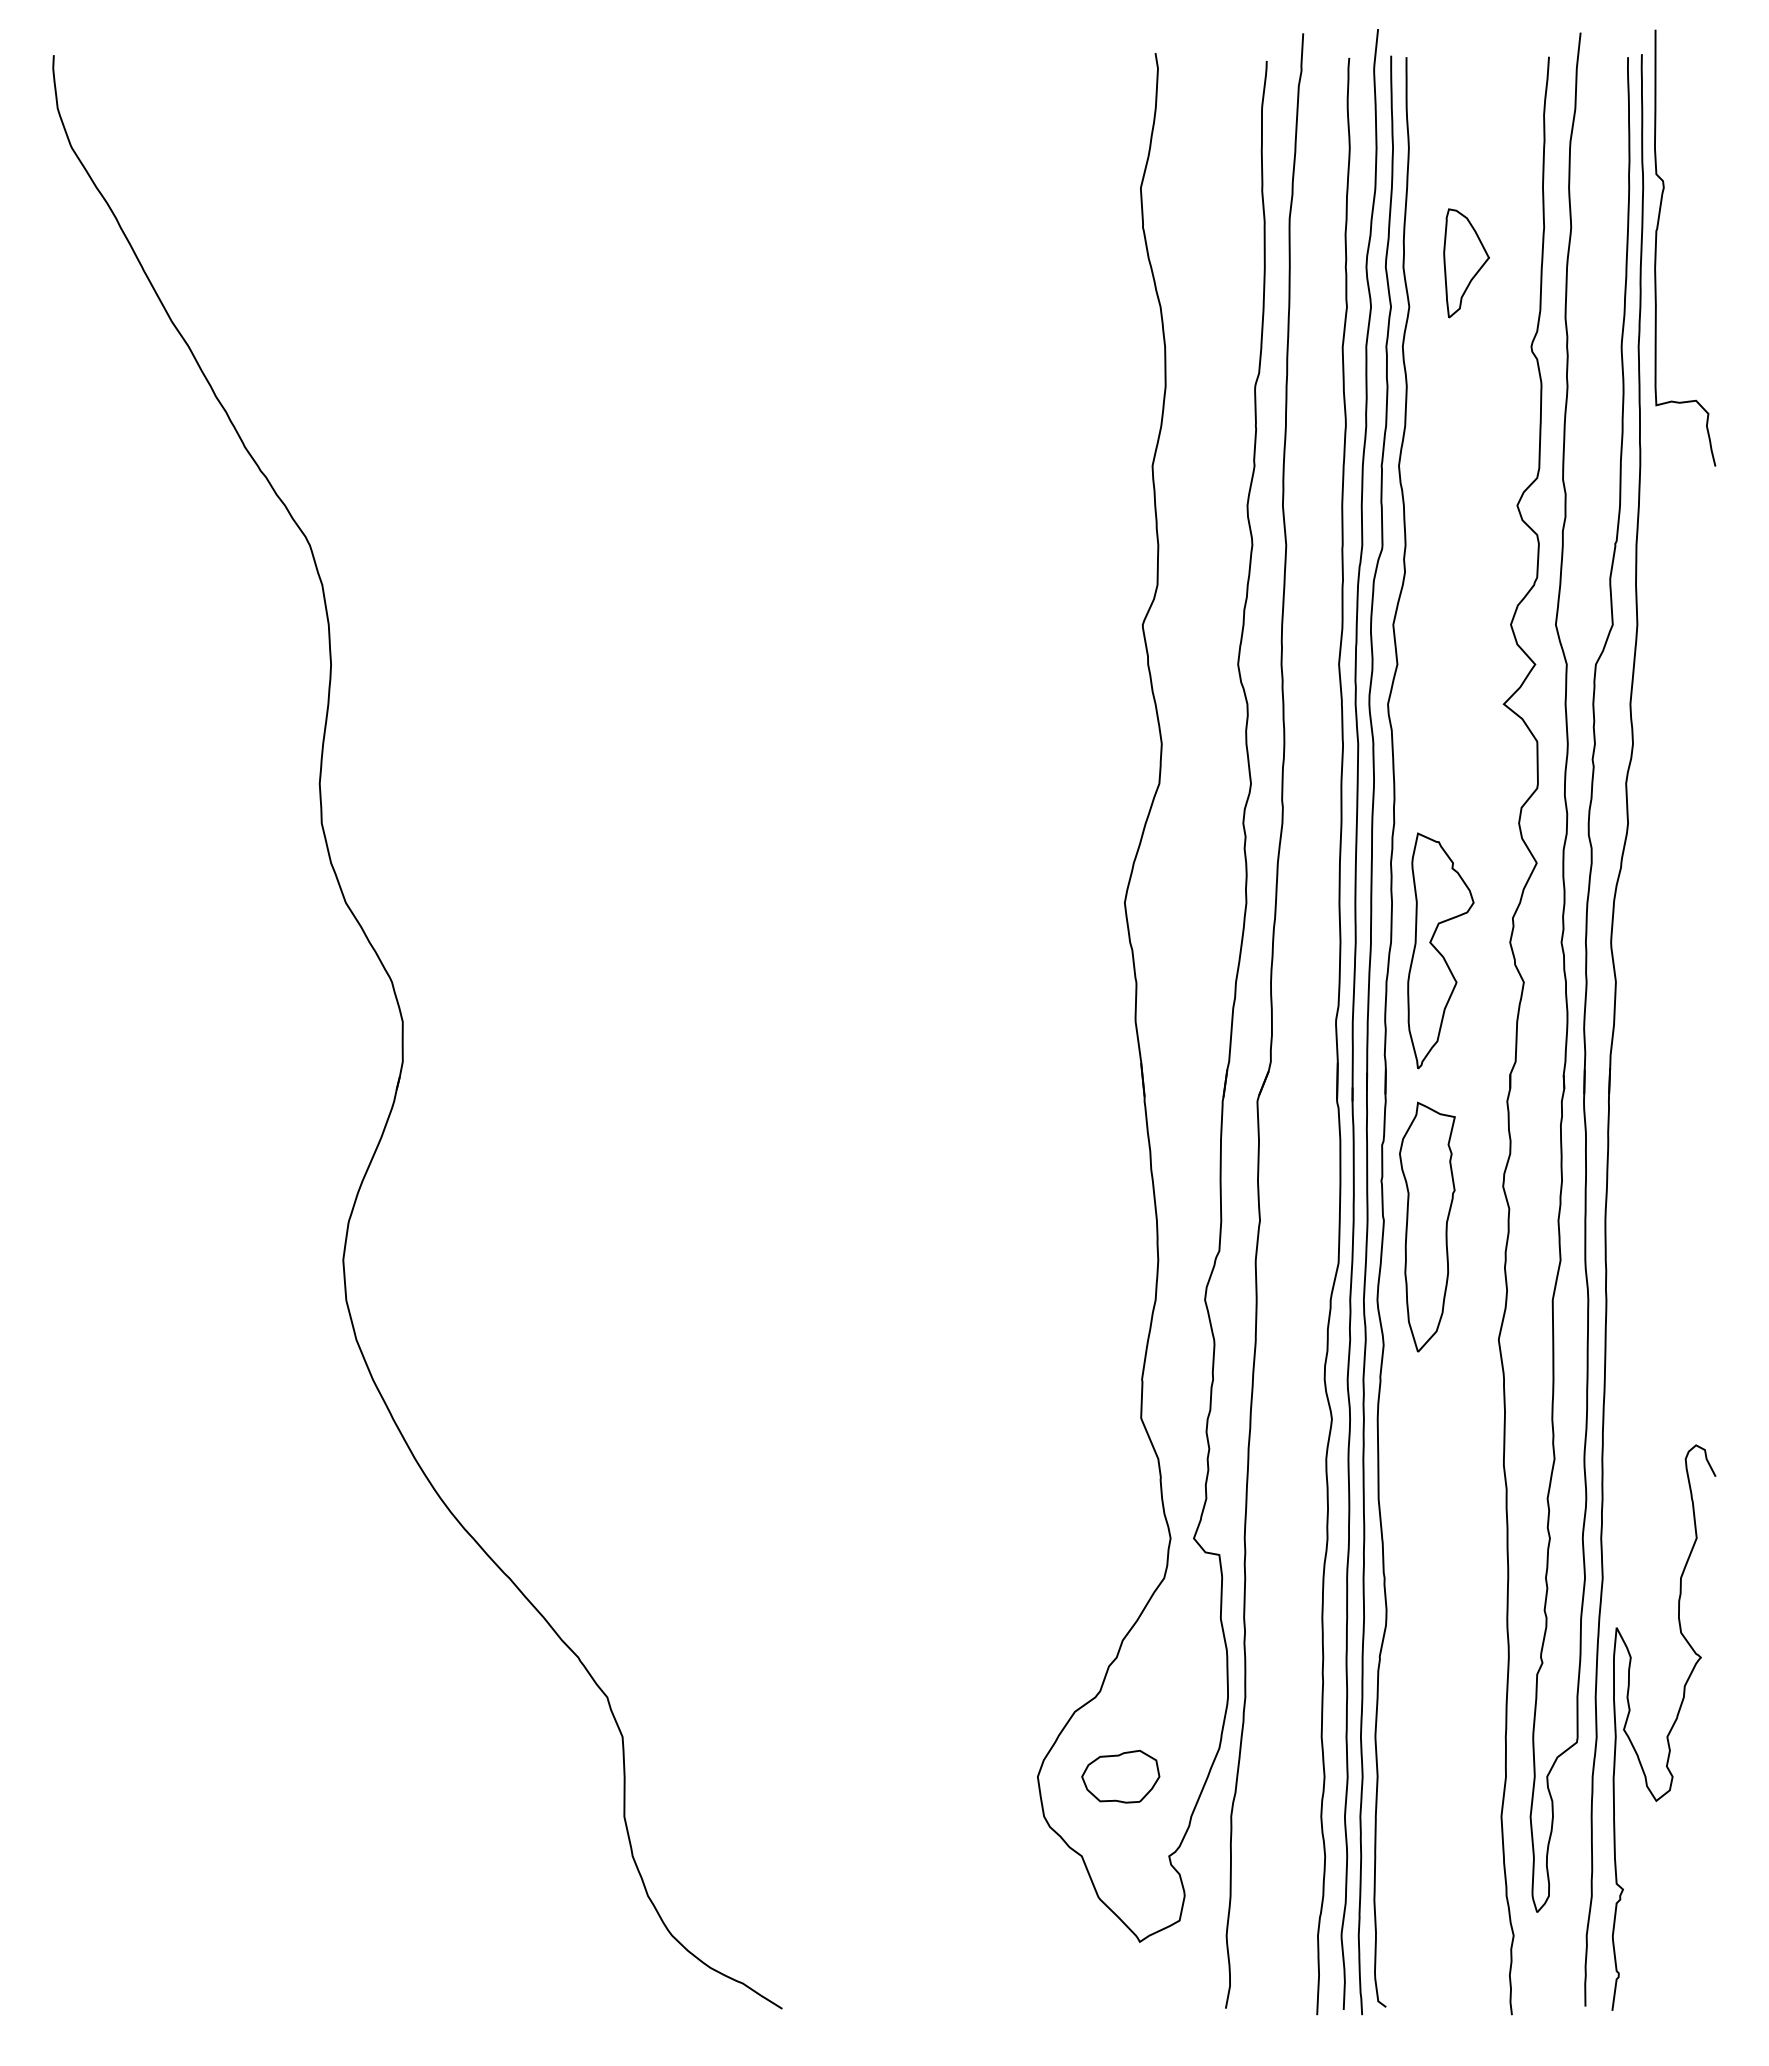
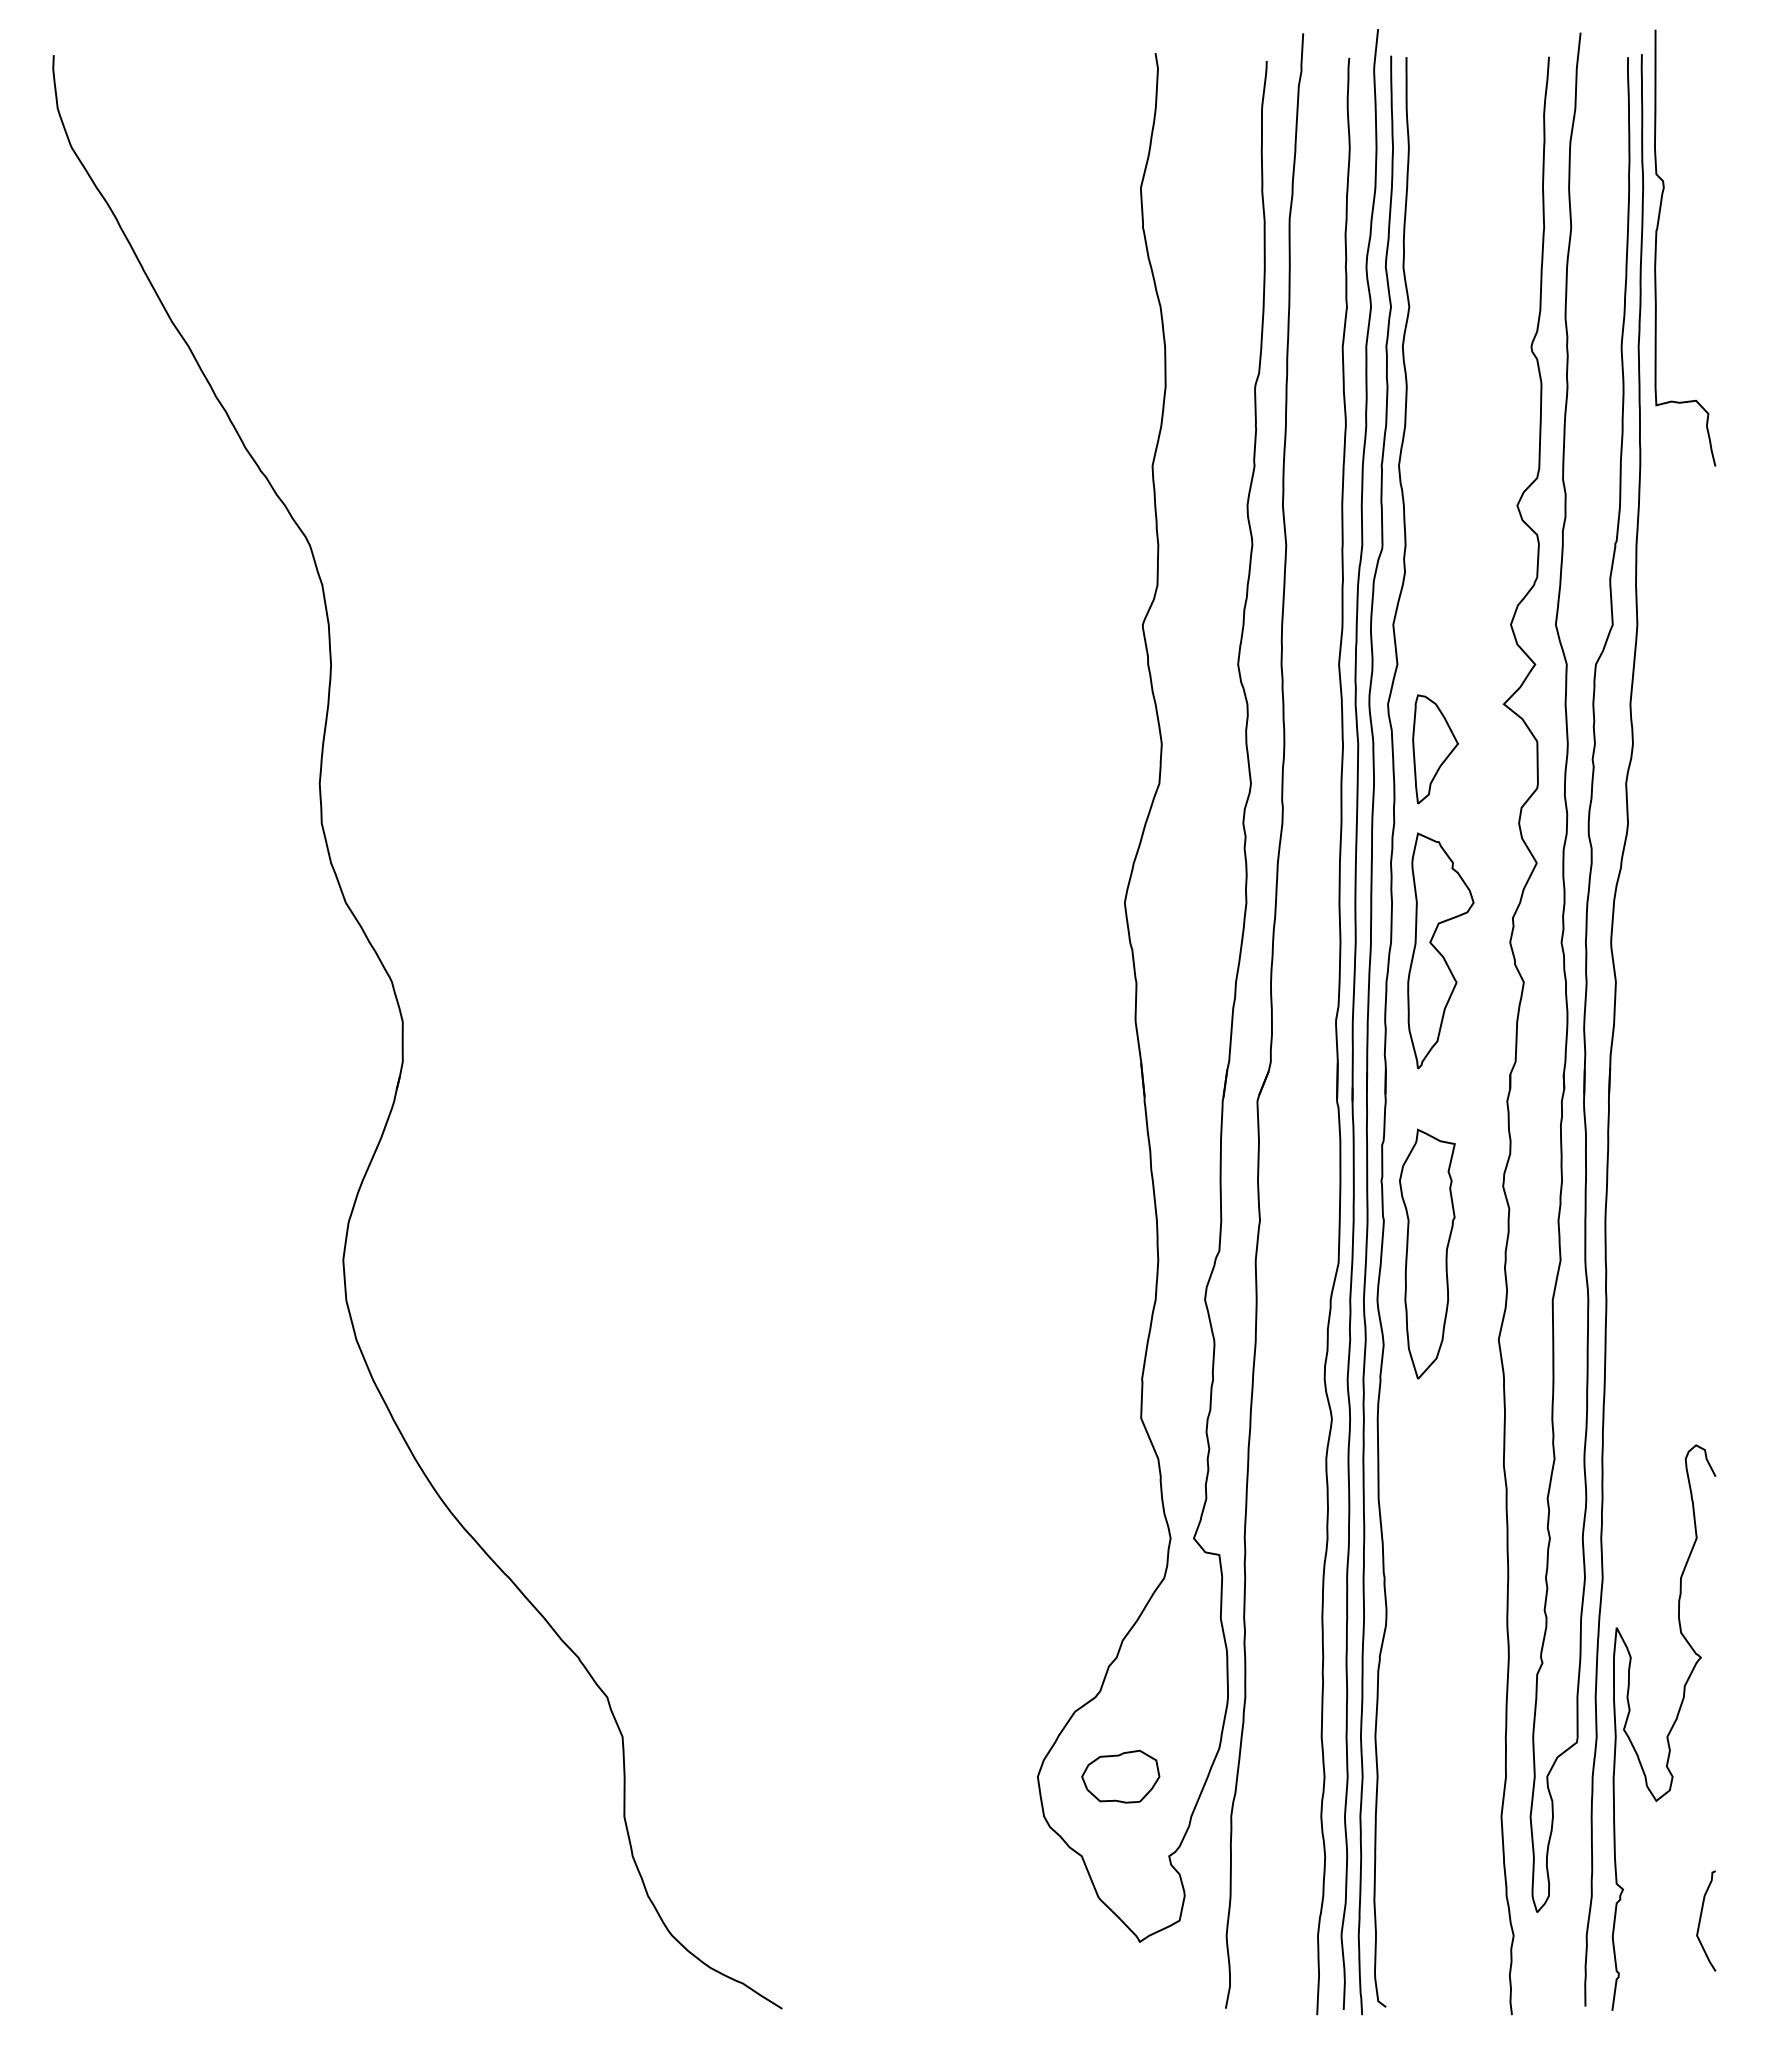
part at (1466, 263) position: (1466, 263) -> (1435, 749)
part at (1427, 1226) position: (1427, 1226) -> (1427, 1253)
curve at (1701, 1918): none -> present
